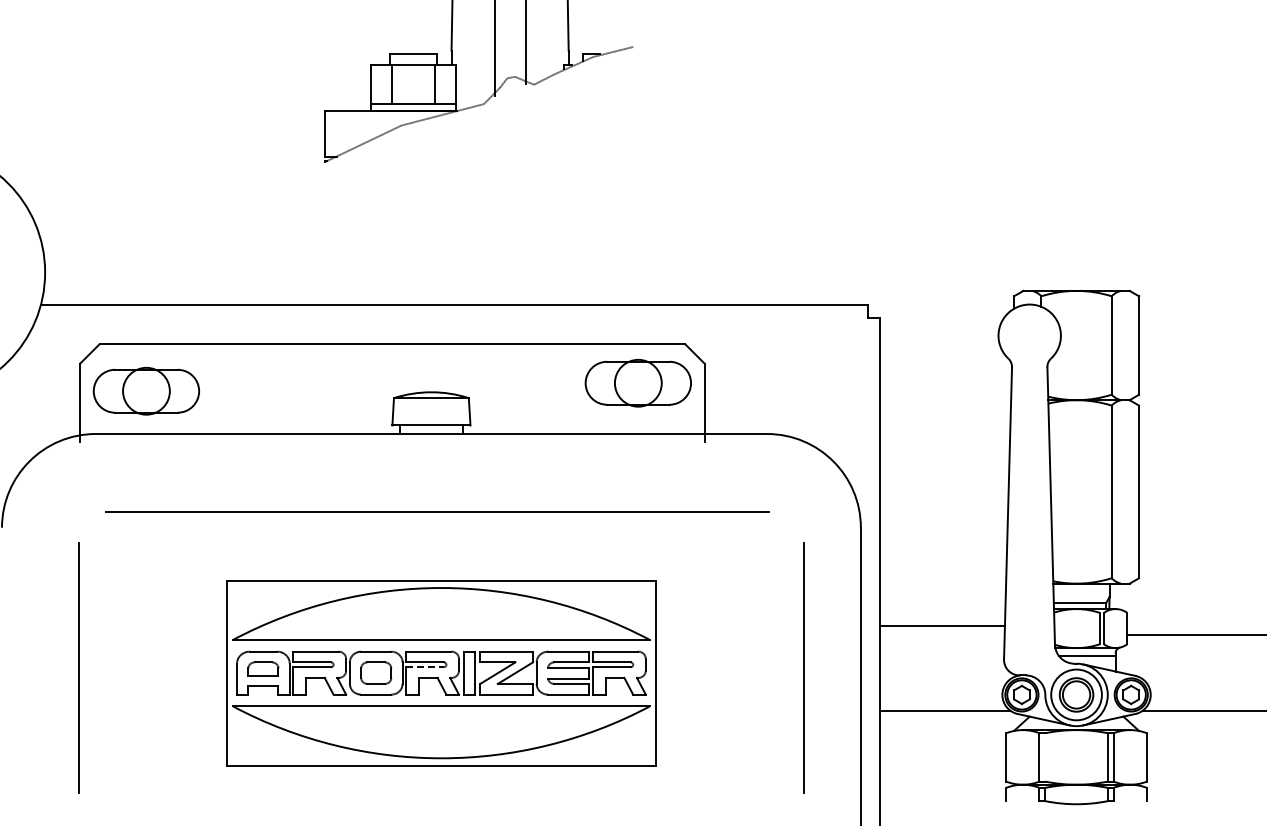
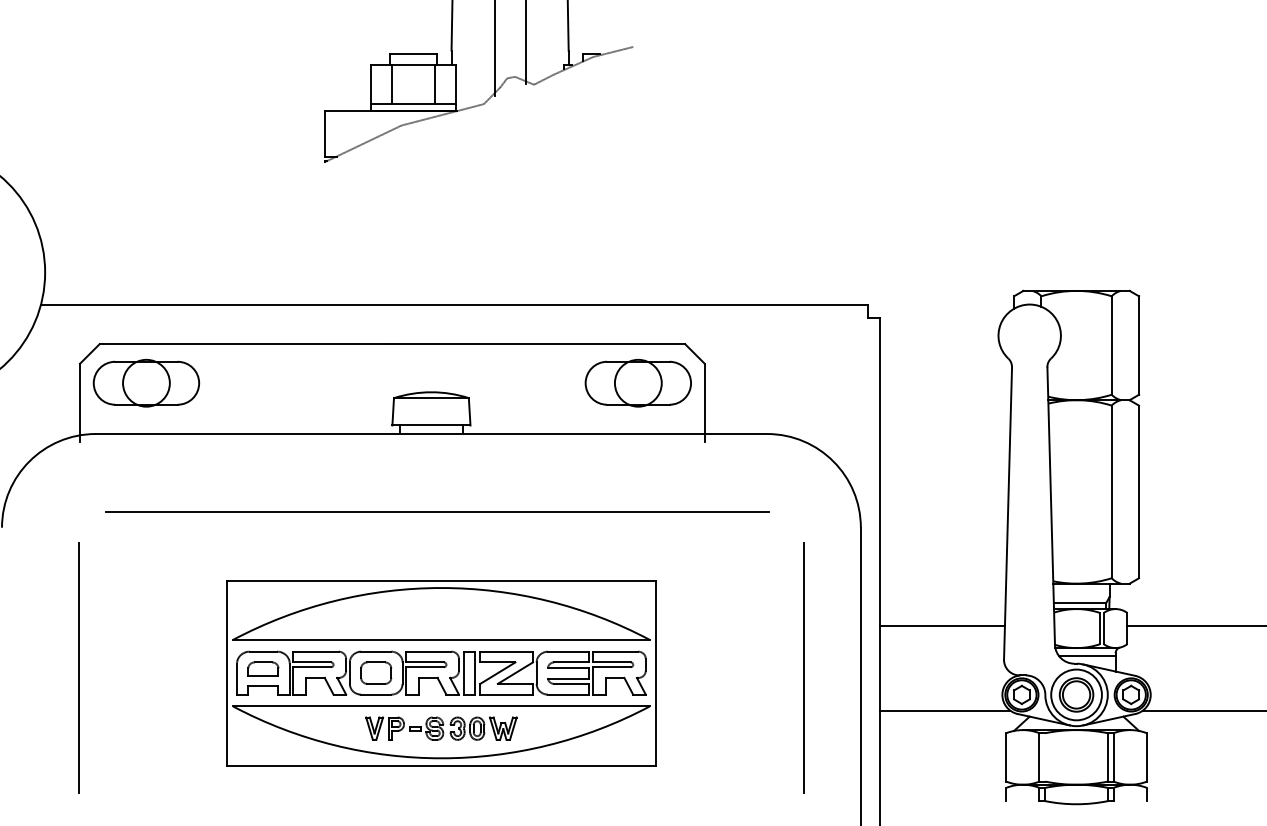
part at (146, 391) position: (146, 391) -> (146, 383)
line at (1195, 634) position: (1195, 634) -> (1195, 625)
line at (425, 667): dashed -> solid
part at (441, 728): none -> present
